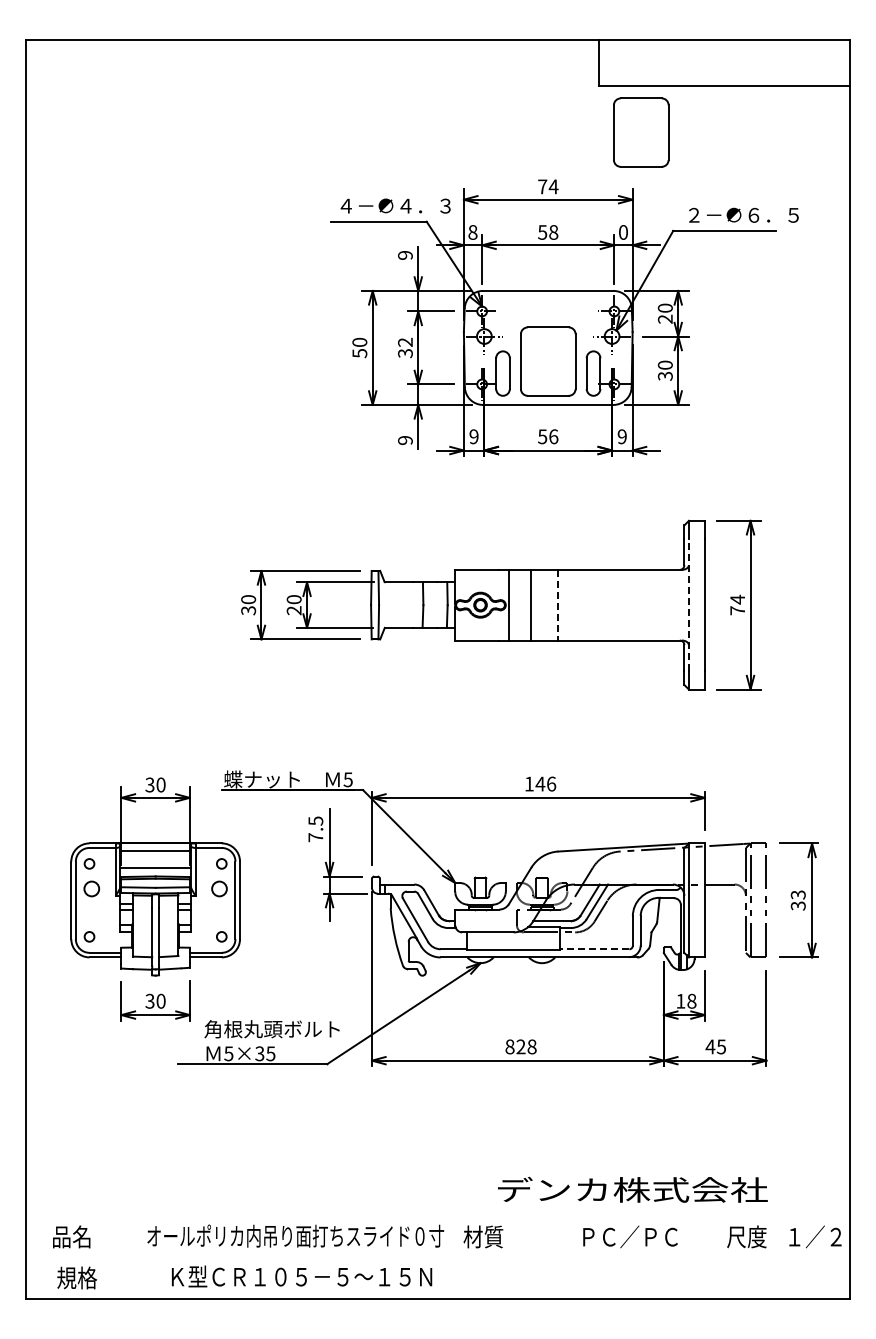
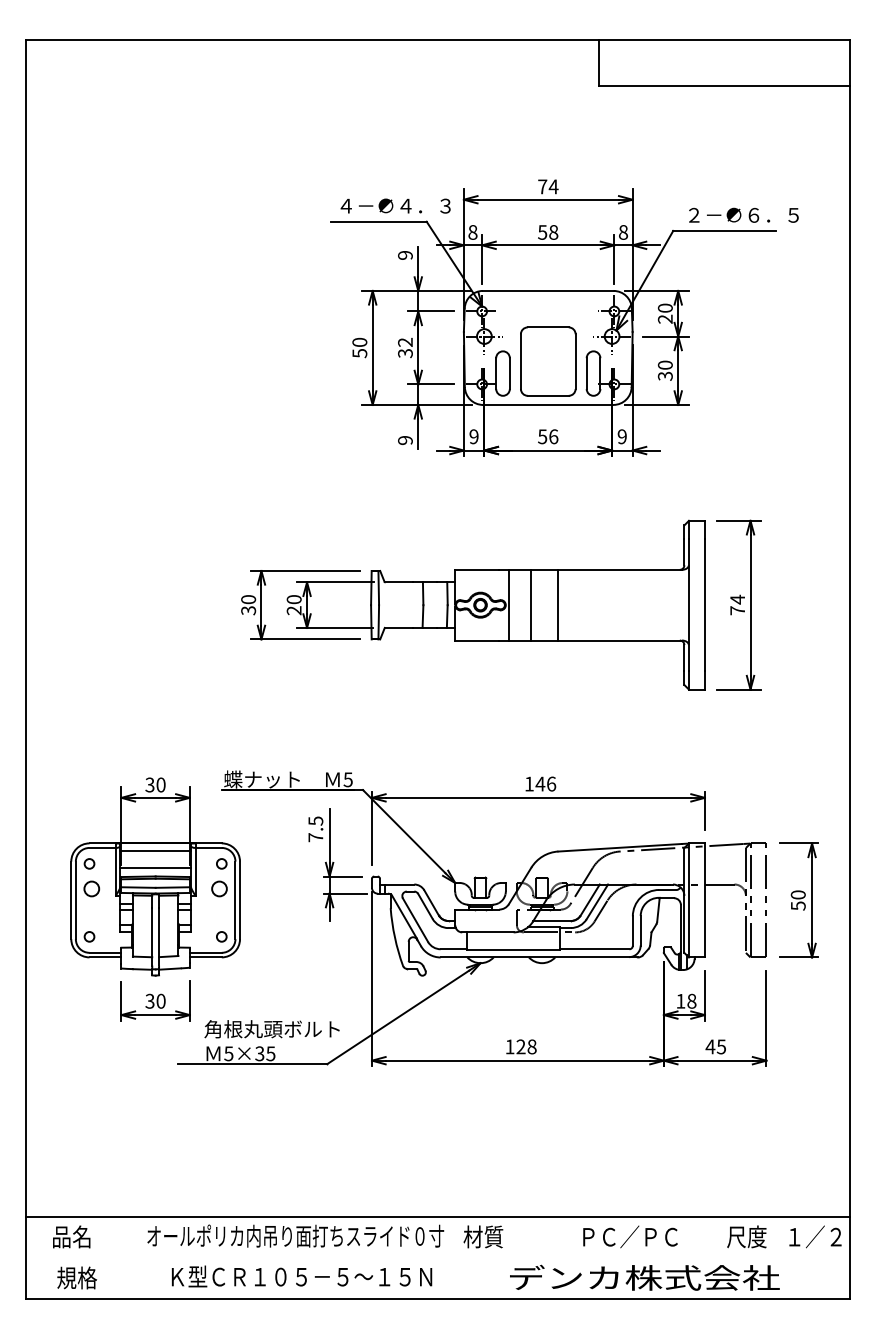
part at (641, 132): present -> none
text at (623, 232): 0 -> 8
line at (688, 604): dashed -> solid
line at (558, 605): dashed -> solid
text at (797, 900): 33 -> 50
line at (594, 949): dashed -> solid
text at (509, 1046): 828 -> 128
text at (632, 1189) position: (632, 1189) -> (644, 1277)
line at (437, 1216): none -> present
